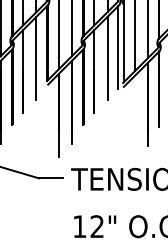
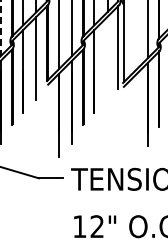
line at (0, 28): solid -> dashed
line at (134, 36): present -> none
line at (107, 58): present -> none
